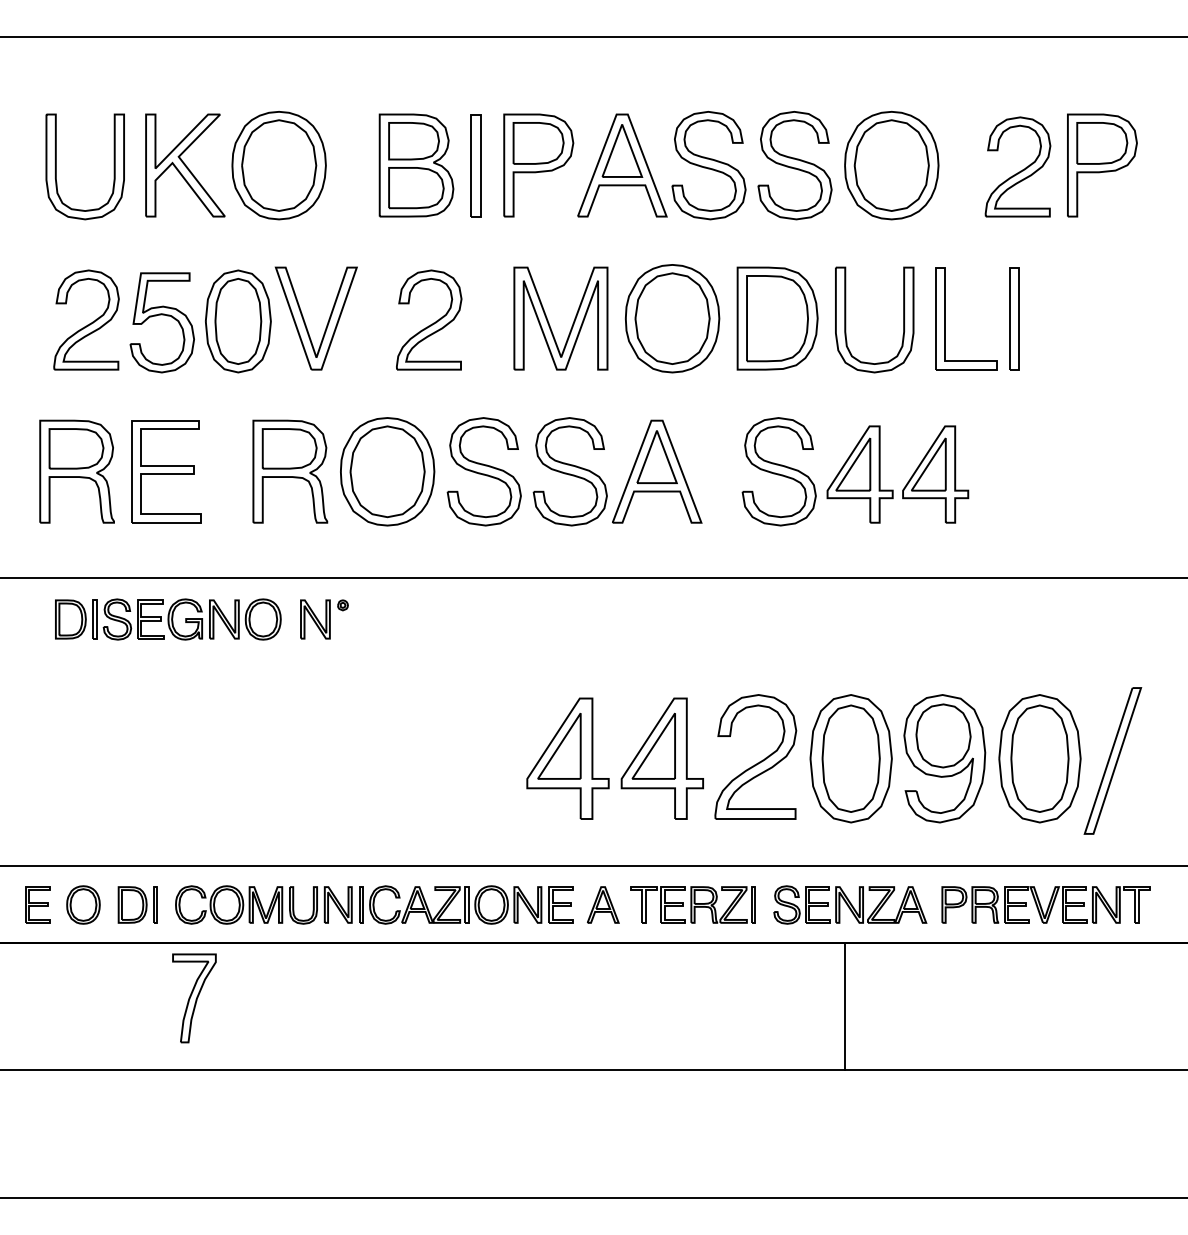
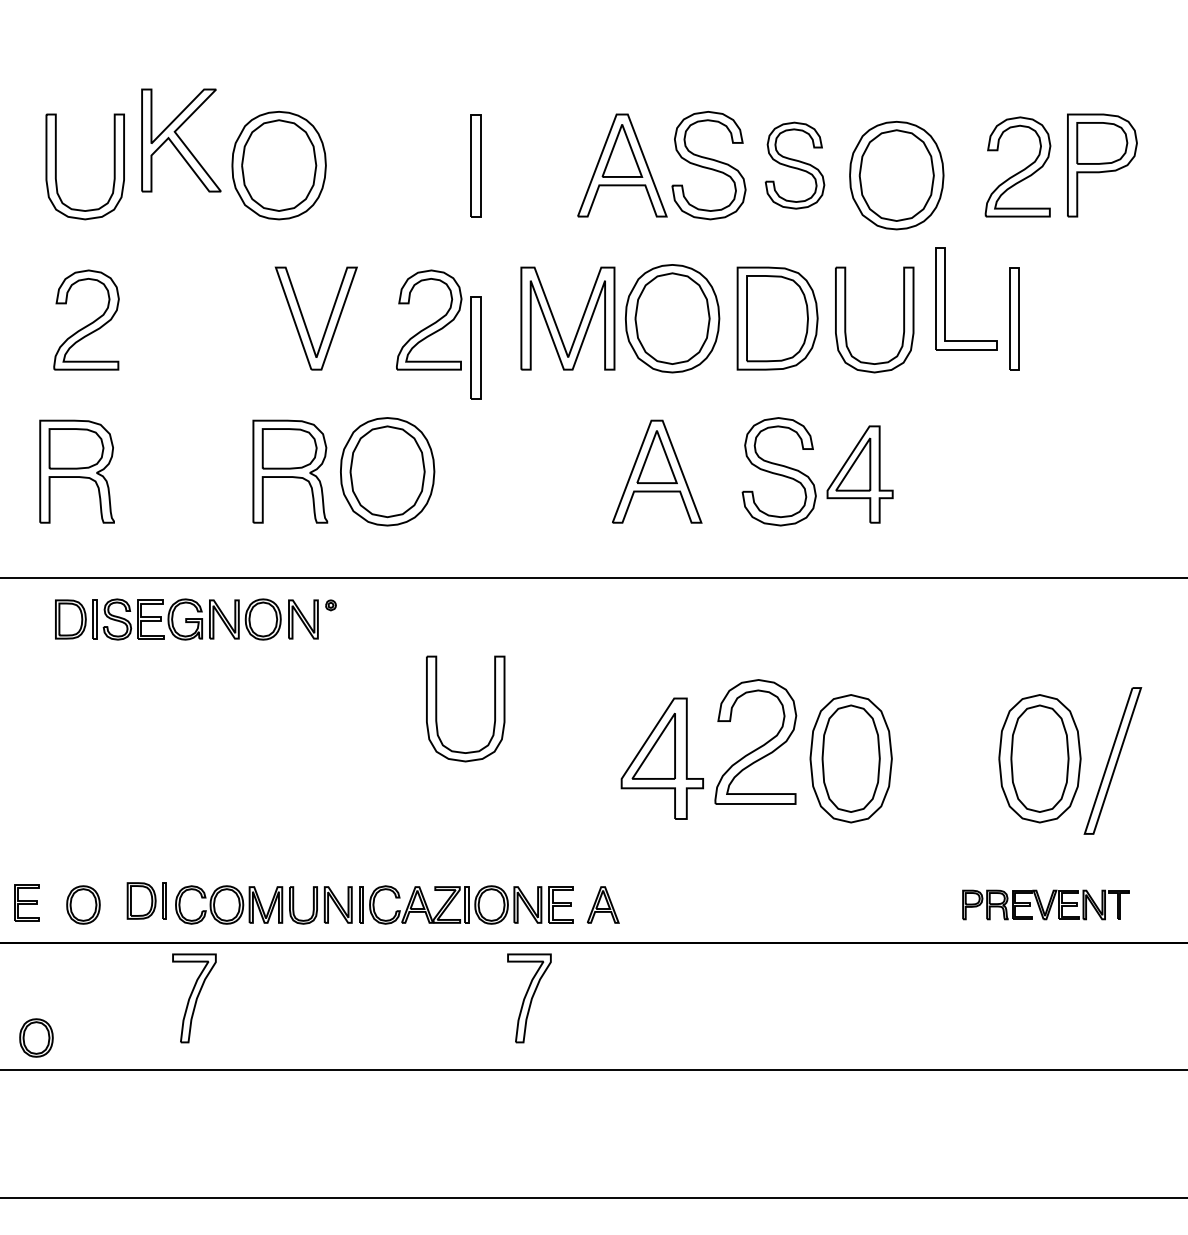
line at (593, 37): present -> none
part at (185, 165) position: (185, 165) -> (181, 140)
part at (416, 165): present -> none
part at (538, 165): present -> none
part at (794, 165) size: 76x110 px -> 62x89 px
part at (891, 165) position: (891, 165) -> (896, 175)
part at (161, 315): present -> none
part at (945, 318) position: (945, 318) -> (945, 298)
part at (238, 321): present -> none
part at (549, 322) position: (549, 322) -> (556, 322)
part at (475, 347): none -> present
part at (166, 471): present -> none
part at (483, 471): present -> none
part at (569, 471): present -> none
part at (935, 474): present -> none
part at (324, 619) position: (324, 619) -> (312, 619)
part at (437, 708): none -> present
part at (567, 758): present -> none
part at (944, 758): present -> none
part at (757, 762) position: (757, 762) -> (757, 747)
line at (593, 866): present -> none
part at (37, 904) position: (37, 904) -> (26, 902)
part at (137, 904) position: (137, 904) -> (146, 900)
part at (692, 904): present -> none
part at (850, 904): present -> none
part at (1045, 904) size: 210x38 px -> 168x32 px
part at (529, 998): none -> present
line at (844, 1006): present -> none
part at (36, 1037): none -> present
